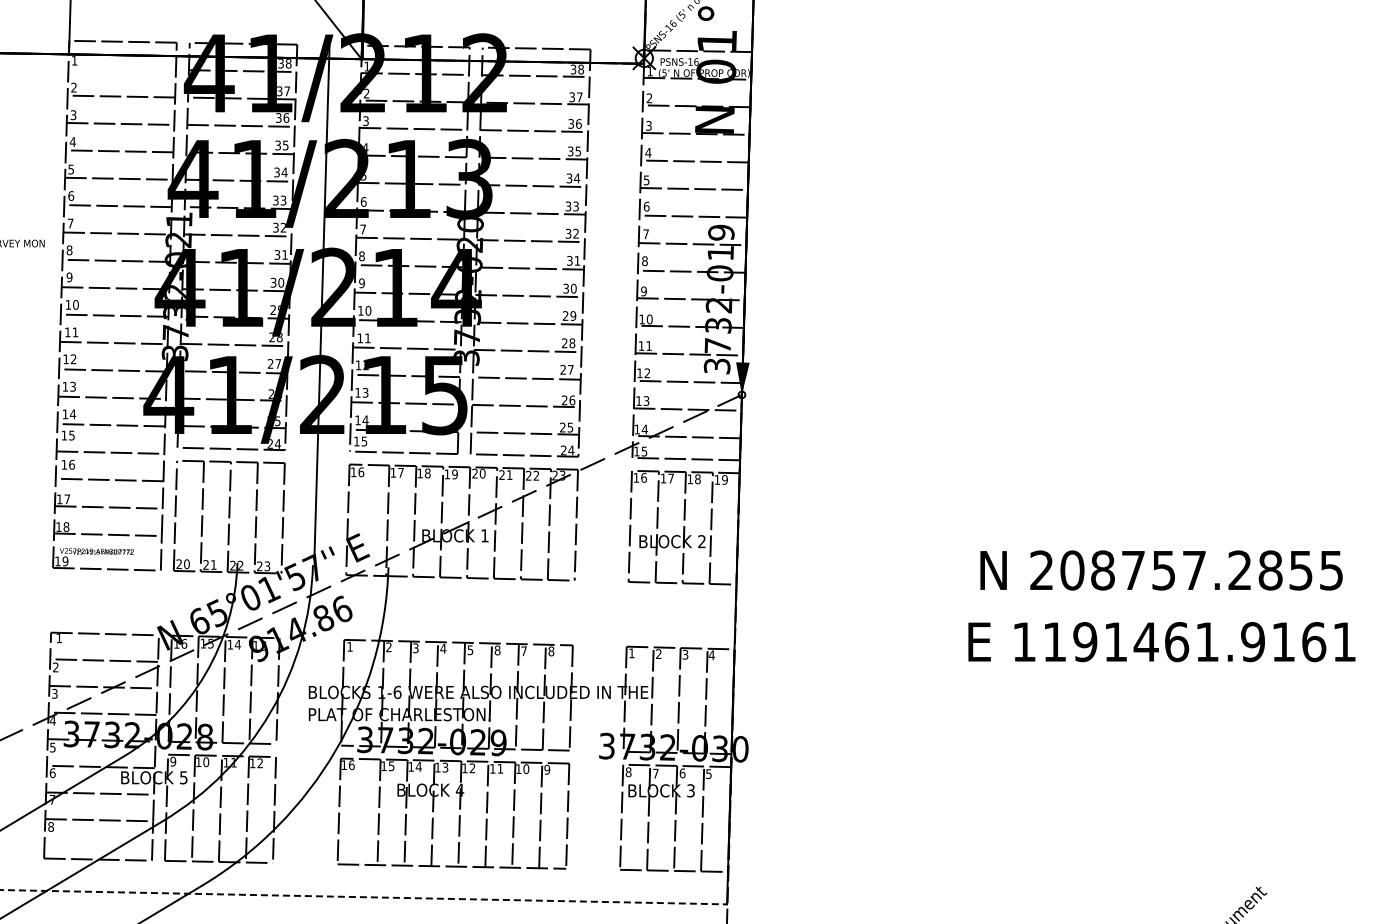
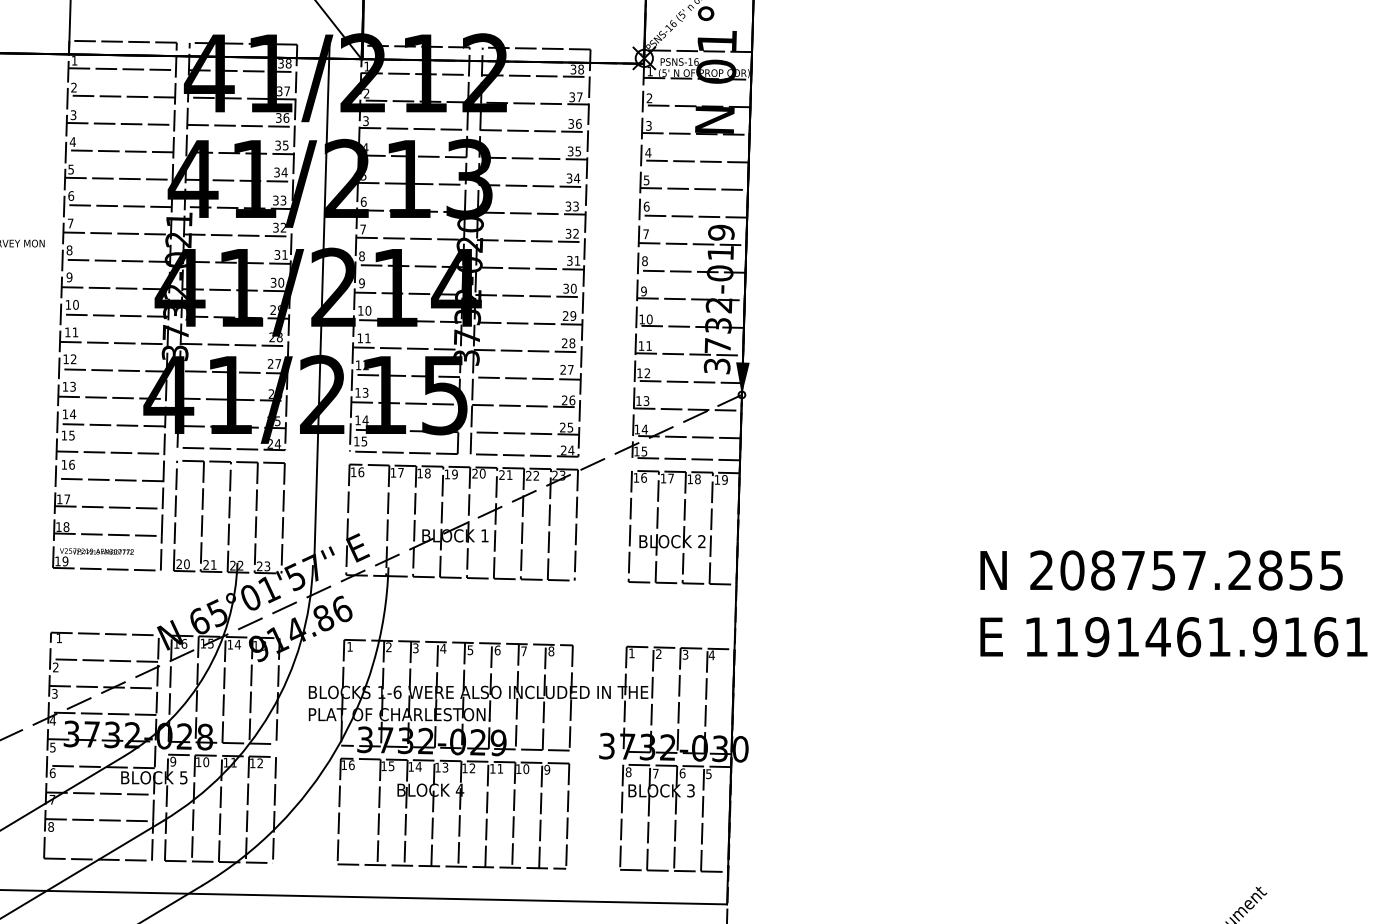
line at (122, 69): none -> present
text at (1161, 642) position: (1161, 642) -> (1173, 637)
text at (497, 650): 8 -> 6
line at (364, 897): dashed -> solid
